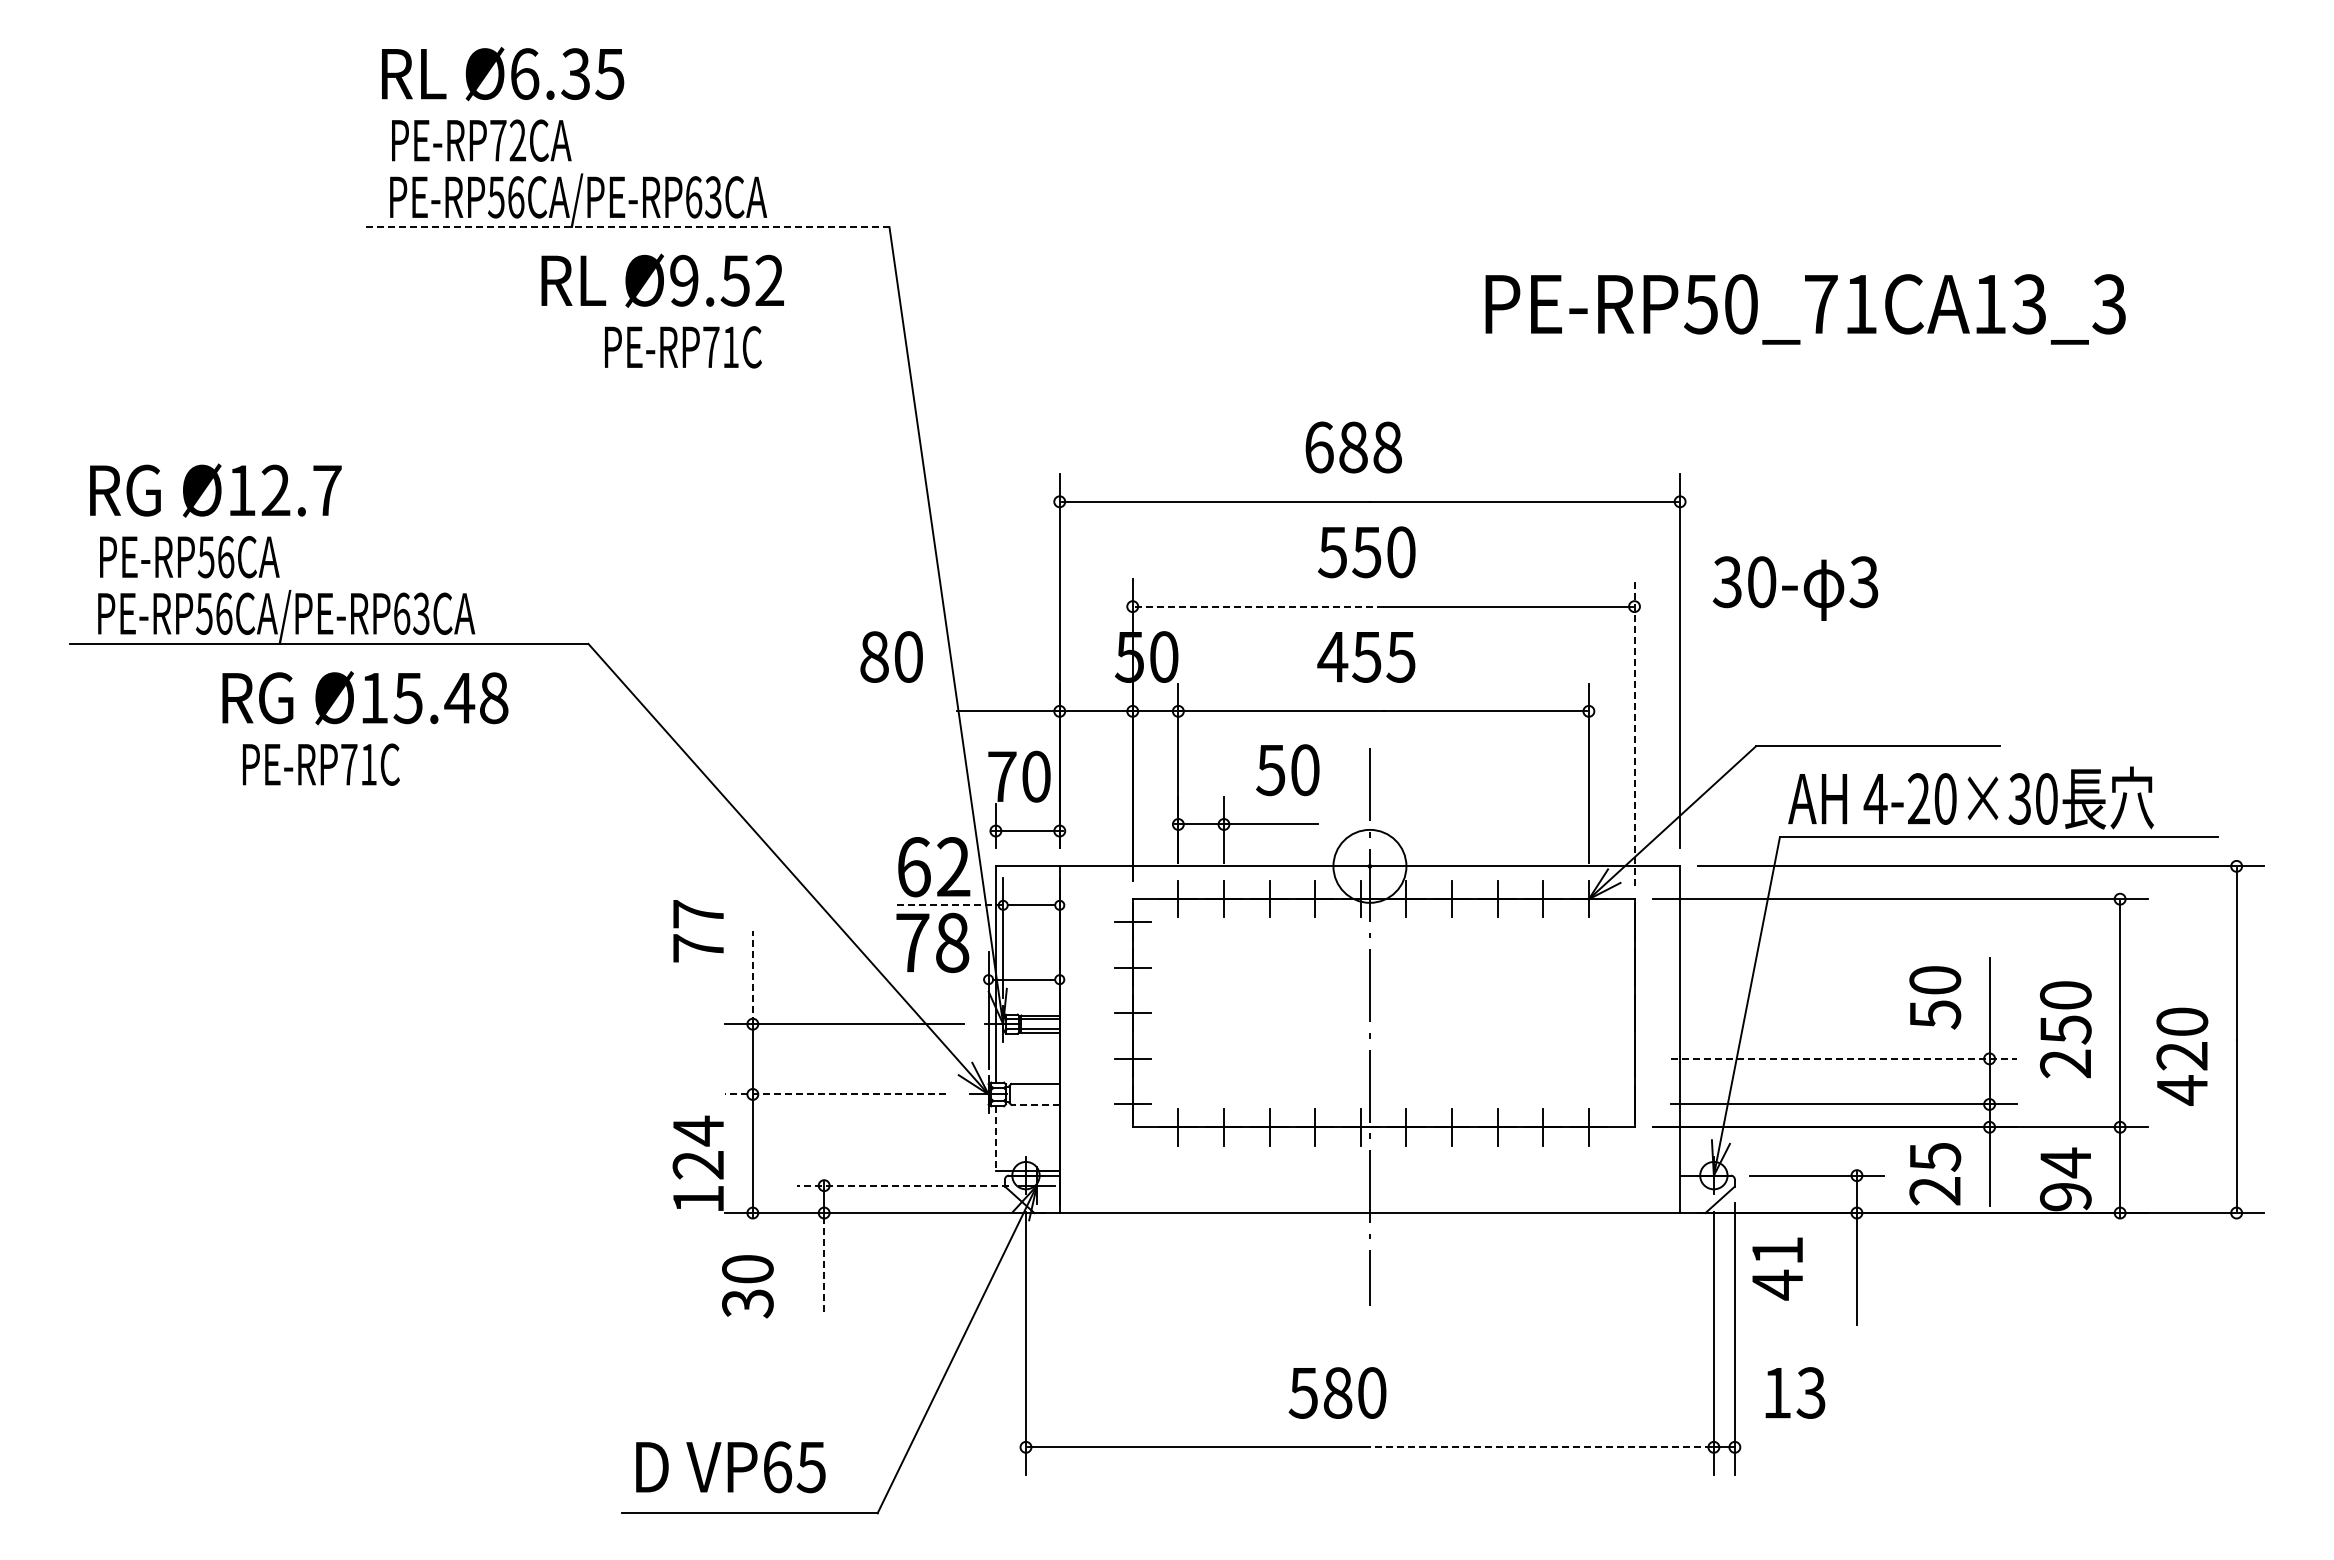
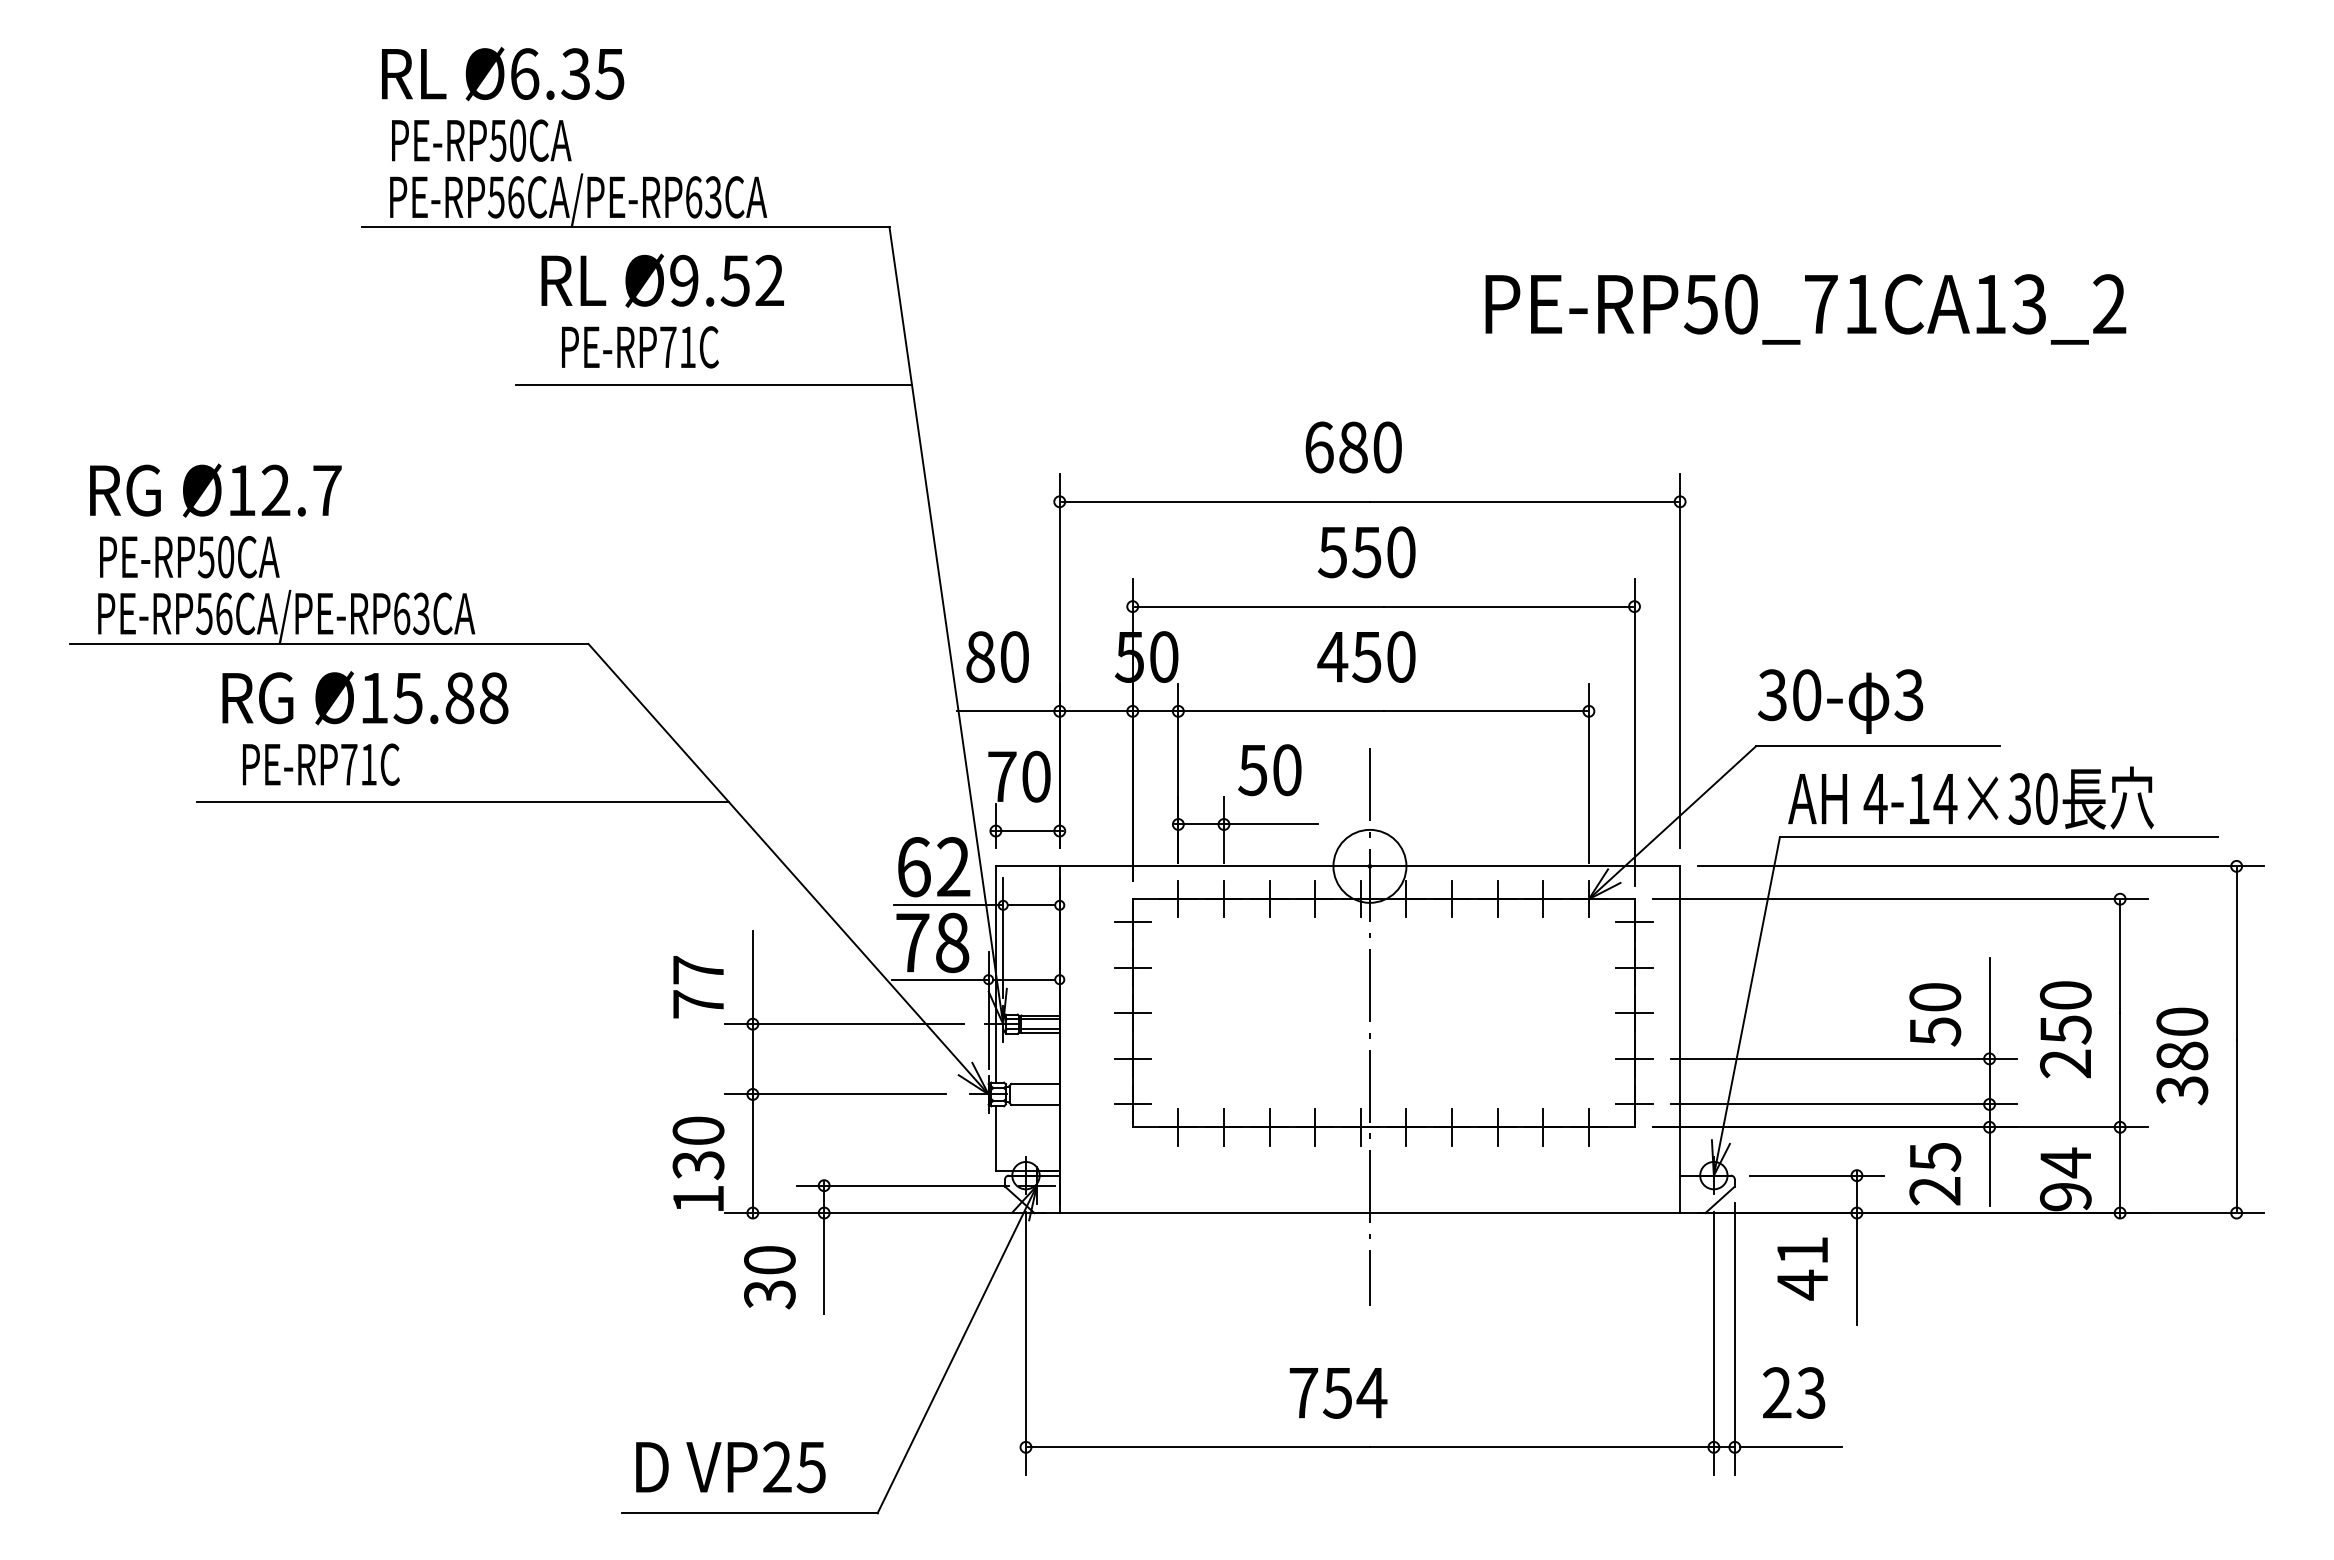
text at (507, 140): PE-RP72CA -> PE-RP50CA
line at (625, 227): dashed -> solid
text at (2109, 304): PE-RP50_71CA13_3 -> PE-RP50_71CA13_2
text at (683, 347) position: (683, 347) -> (640, 347)
line at (713, 384): none -> present
text at (1387, 447): 688 -> 680
text at (226, 557): PE-RP56CA -> PE-RP50CA
text at (1795, 588) position: (1795, 588) -> (1840, 701)
line at (1259, 606): dashed -> solid
text at (891, 656) position: (891, 656) -> (997, 656)
text at (1400, 656): 455 -> 450
text at (459, 698): Ø15.48 -> Ø15.88
line at (1634, 731): dashed -> solid
text at (1287, 770) position: (1287, 770) -> (1269, 770)
text at (1932, 798): 4-20×30 -> 4-14×30
line at (462, 802): none -> present
line at (948, 905): dashed -> solid
line at (1634, 922): none -> present
text at (698, 931) position: (698, 931) -> (698, 987)
line at (1634, 967): none -> present
line at (752, 977): dashed -> solid
line at (939, 979): none -> present
text at (1935, 997) position: (1935, 997) -> (1935, 1014)
line at (1634, 1013): none -> present
line at (1634, 1058): none -> present
line at (1843, 1058): dashed -> solid
text at (2182, 1073): 420 -> 380
line at (835, 1094): dashed -> solid
line at (1035, 1104): dashed -> solid
line at (1634, 1104): none -> present
line at (995, 1139): dashed -> solid
text at (698, 1147): 124 -> 130
line at (902, 1185): dashed -> solid
line at (824, 1265): dashed -> solid
text at (1777, 1268) position: (1777, 1268) -> (1802, 1268)
text at (747, 1286) position: (747, 1286) -> (769, 1277)
text at (1337, 1392): 580 -> 754
text at (1777, 1392): 13 -> 23
line at (1540, 1447): dashed -> solid
line at (1790, 1447): none -> present
text at (777, 1467): VP65 -> VP25
